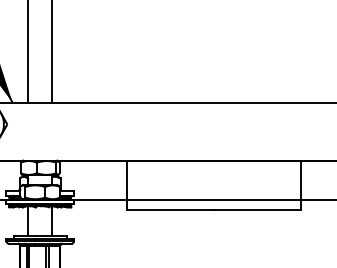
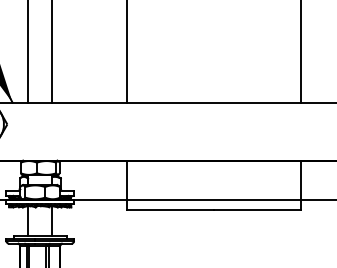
line at (127, 52): none -> present
line at (301, 52): none -> present
